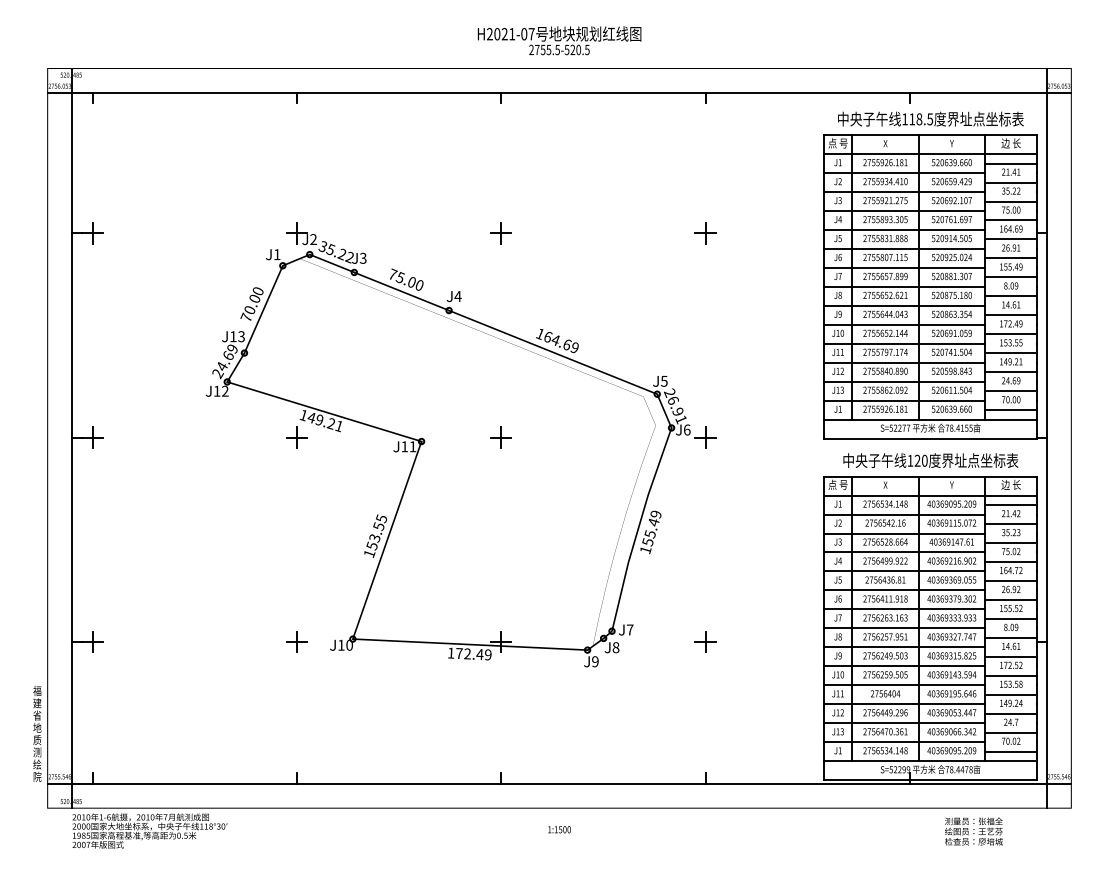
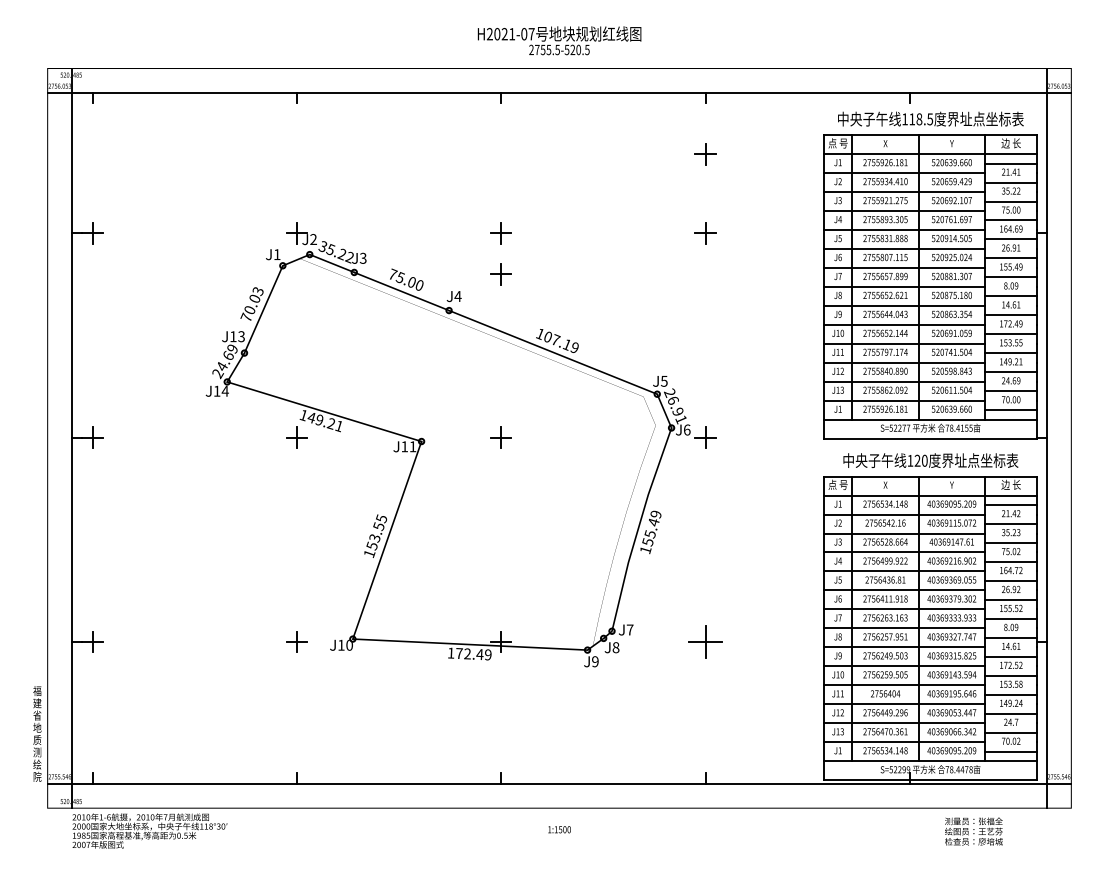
part at (705, 154): none -> present
part at (500, 274): none -> present
text at (257, 291): 70.00 -> 70.03
text at (557, 340): 164.69 -> 107.19
text at (224, 390): J12 -> J14
part at (705, 641) size: 23x22 px -> 35x34 px
